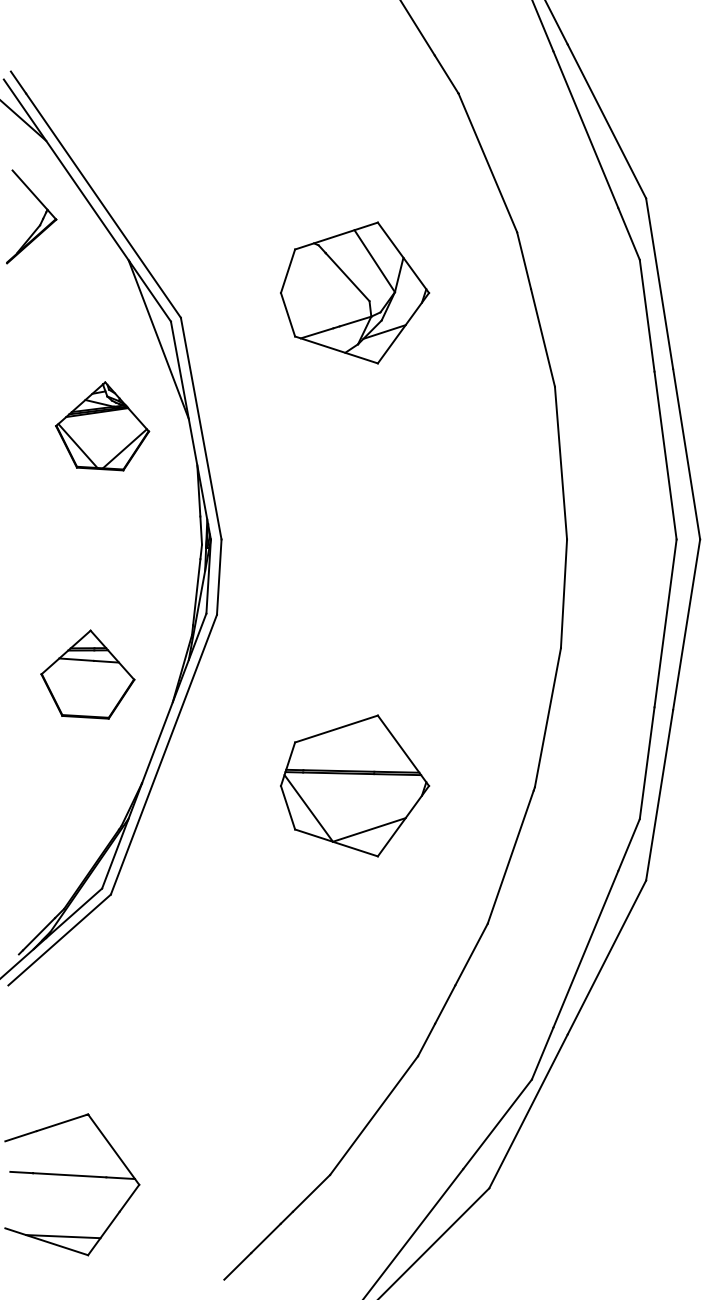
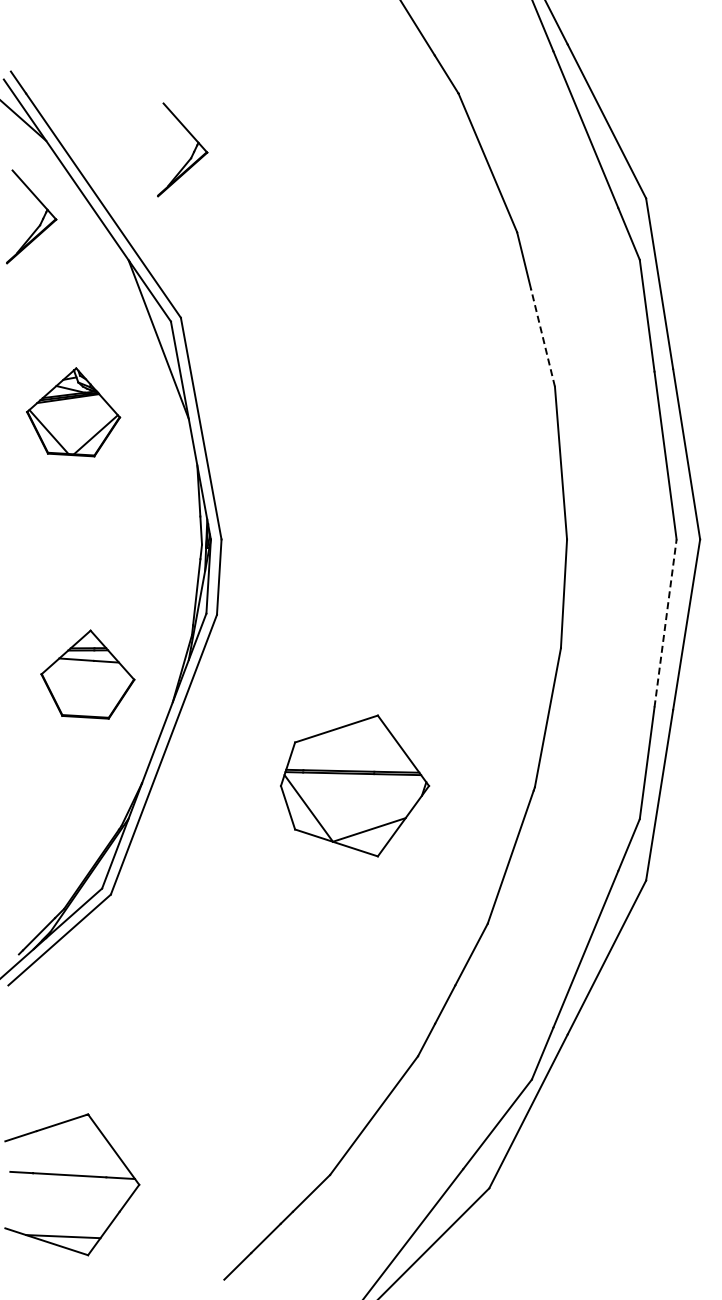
part at (191, 154): none -> present
part at (355, 292): present -> none
line at (542, 337): solid -> dashed
part at (102, 426) position: (102, 426) -> (73, 412)
line at (665, 623): solid -> dashed
